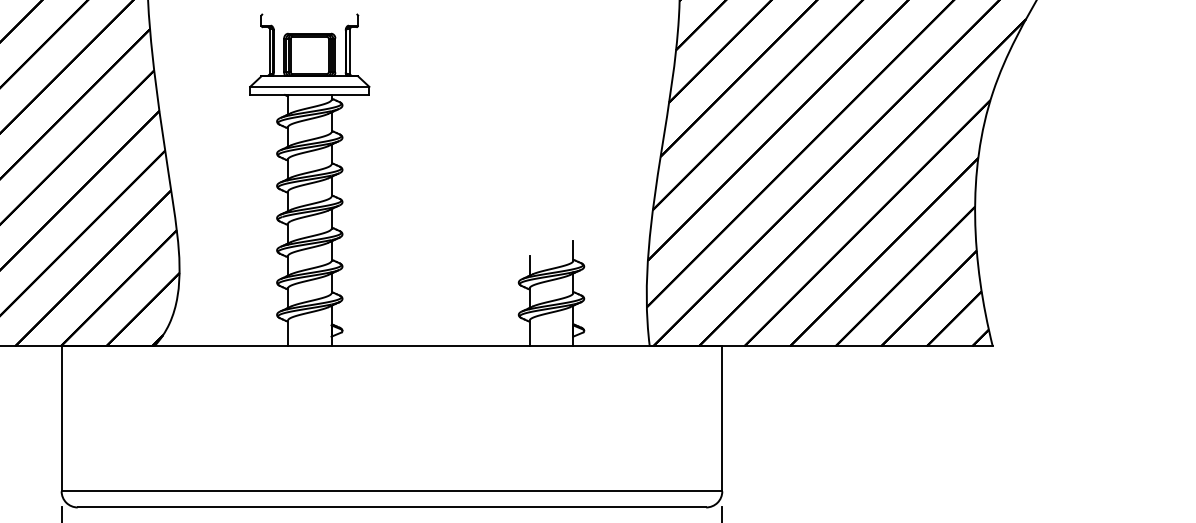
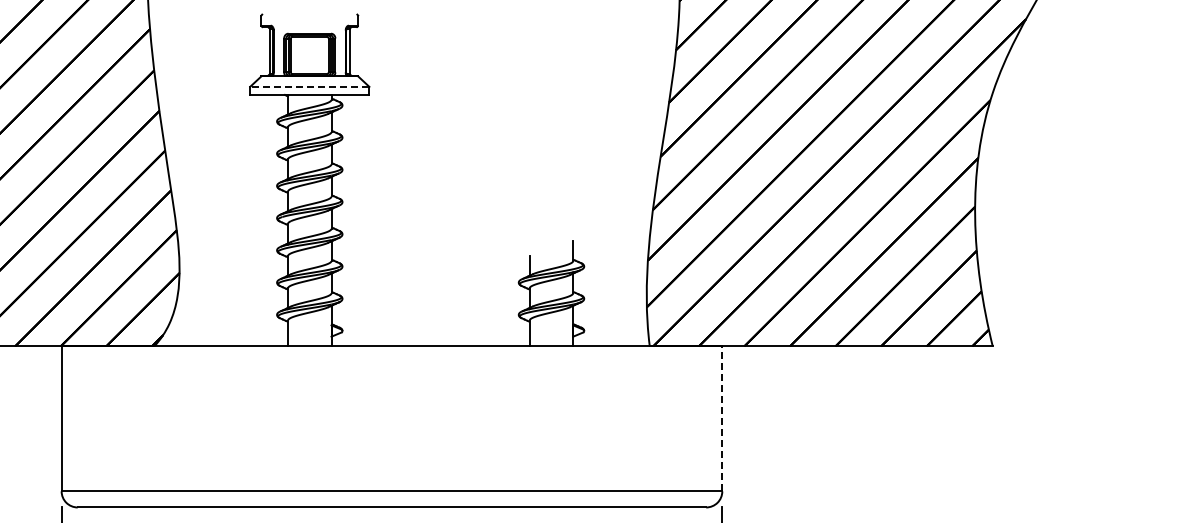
line at (309, 86): solid -> dashed
line at (722, 418): solid -> dashed
